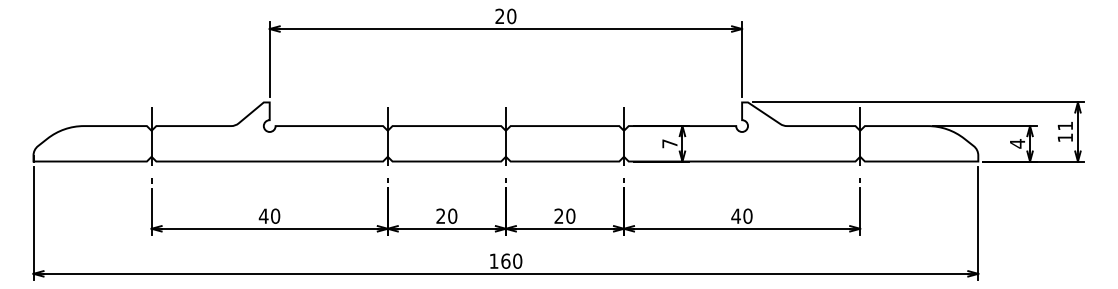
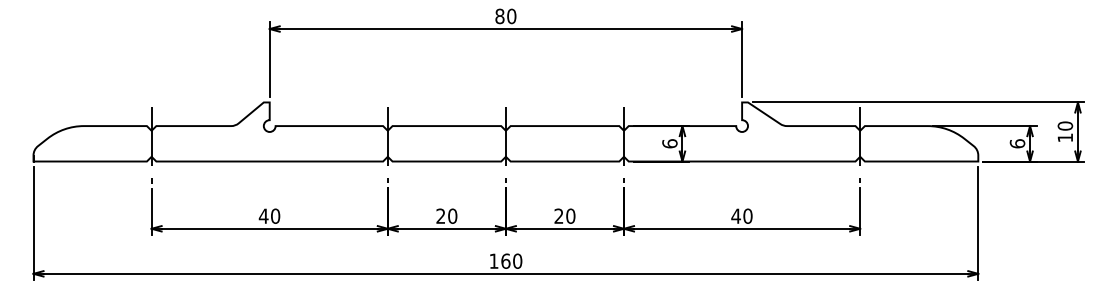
text at (499, 16): 20 -> 80
text at (1065, 125): 11 -> 10
text at (669, 143): 7 -> 6
text at (1017, 143): 4 -> 6
